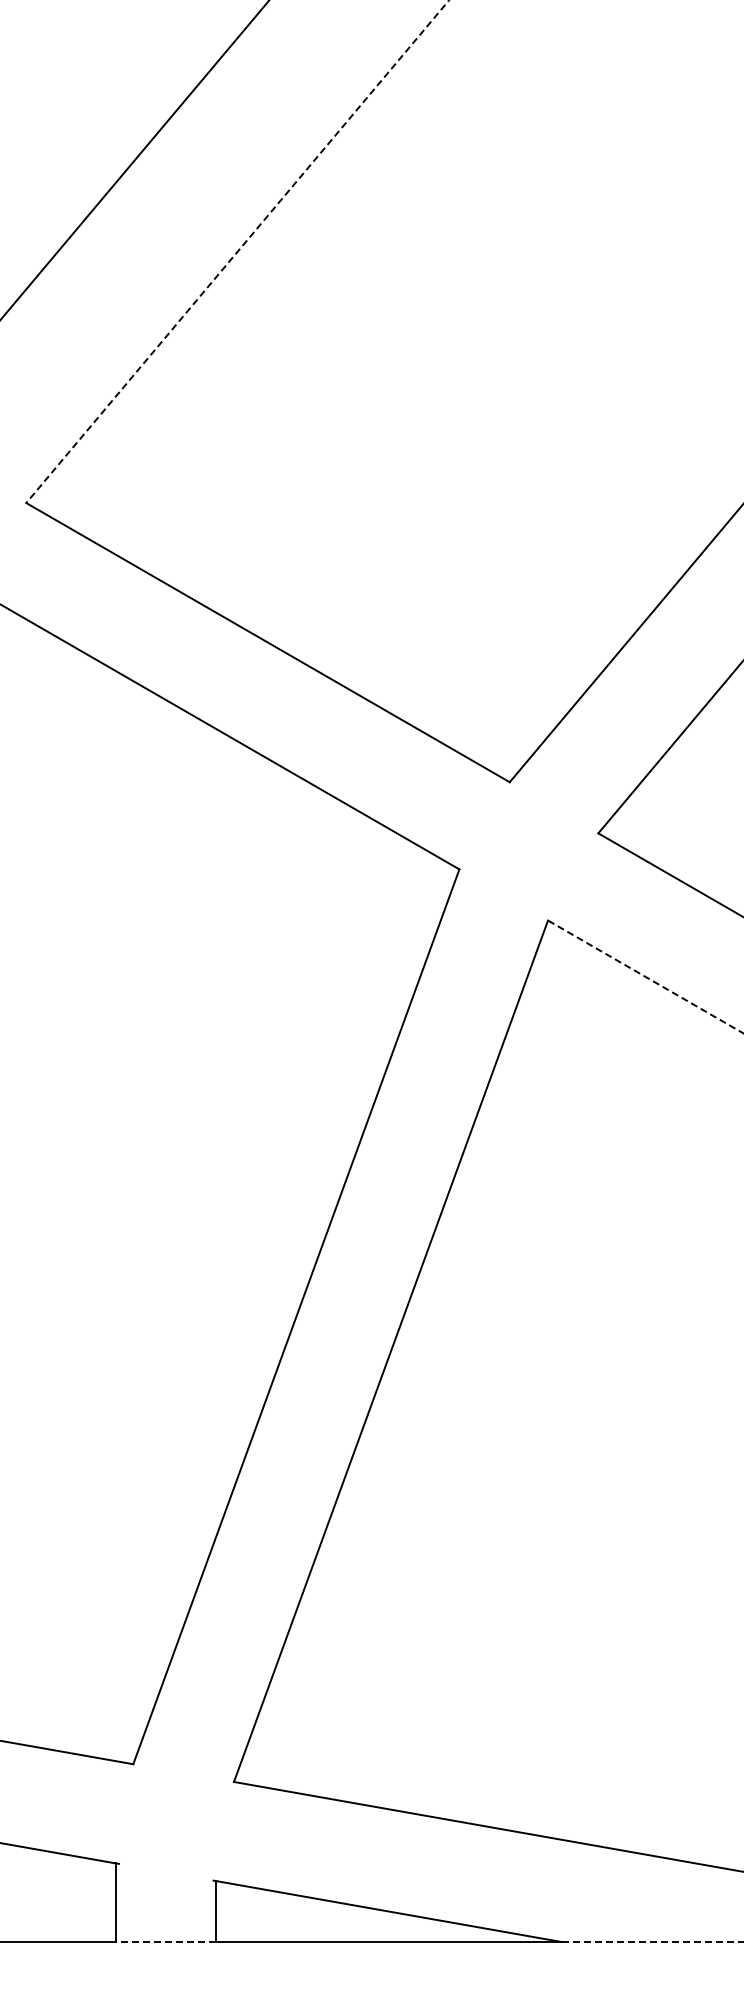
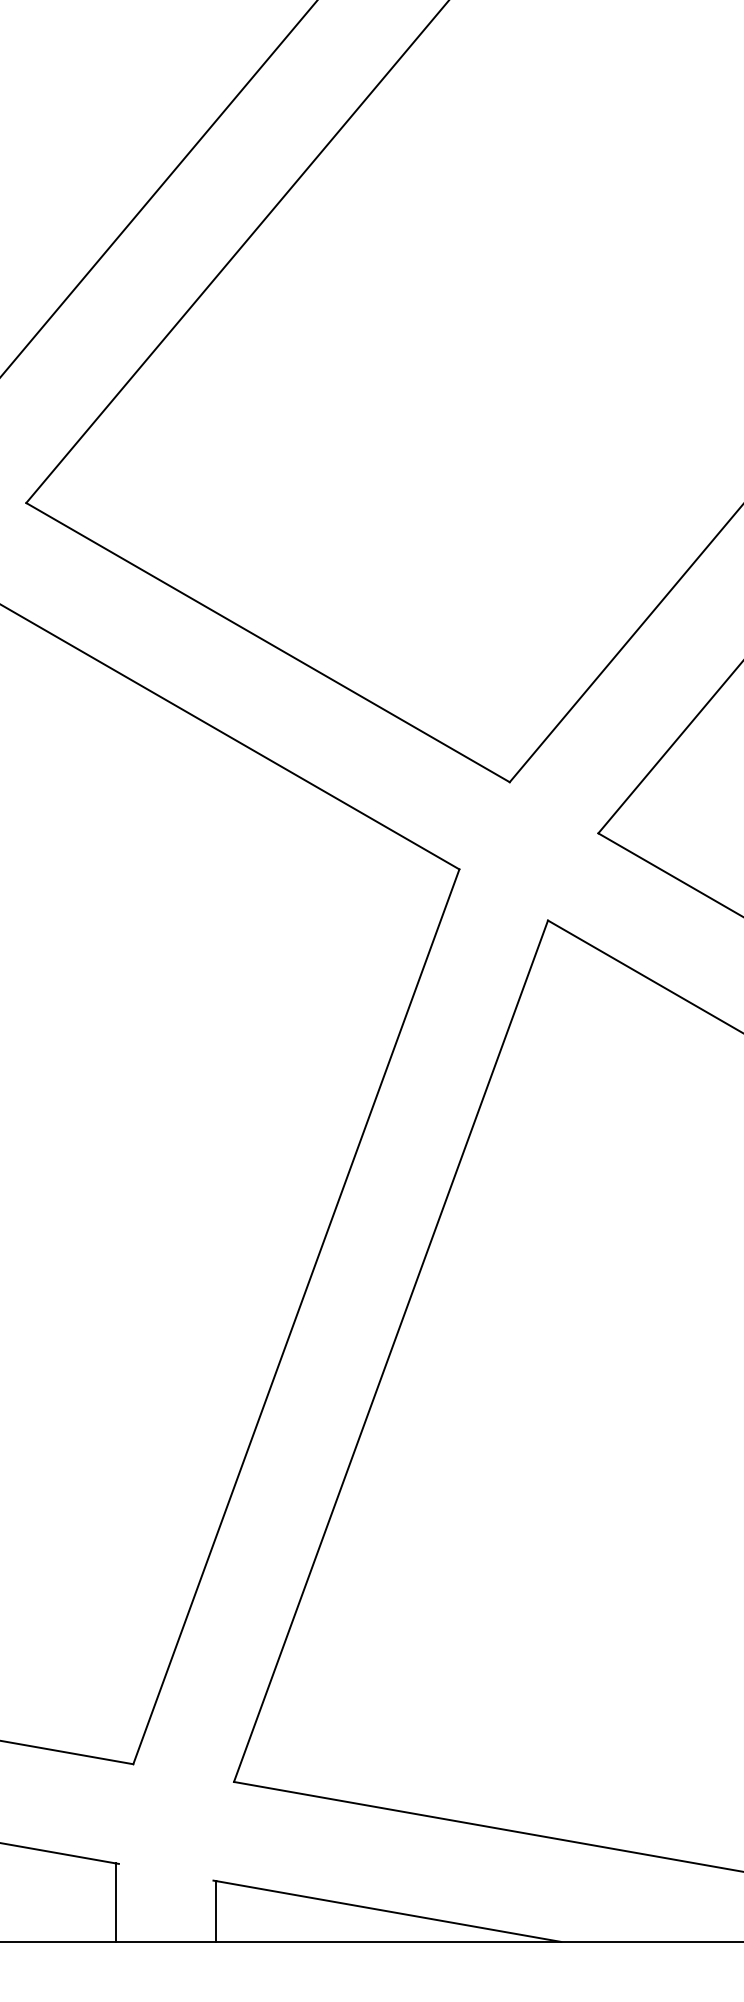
line at (134, 159) position: (134, 159) -> (158, 188)
line at (237, 252): dashed -> solid
line at (645, 976): dashed -> solid
line at (165, 1941): dashed -> solid
line at (652, 1941): dashed -> solid
